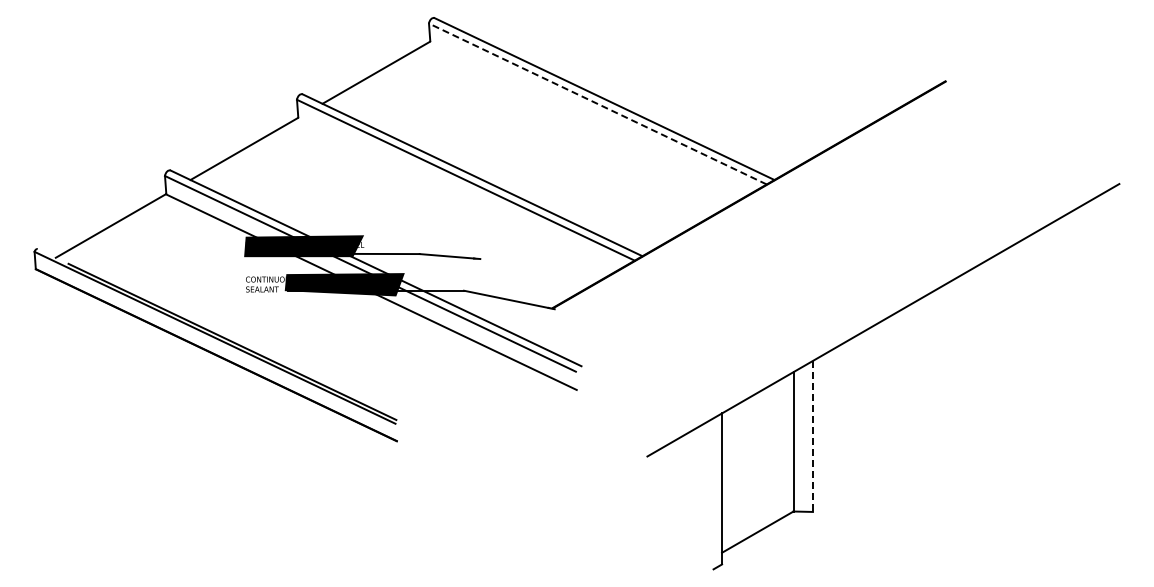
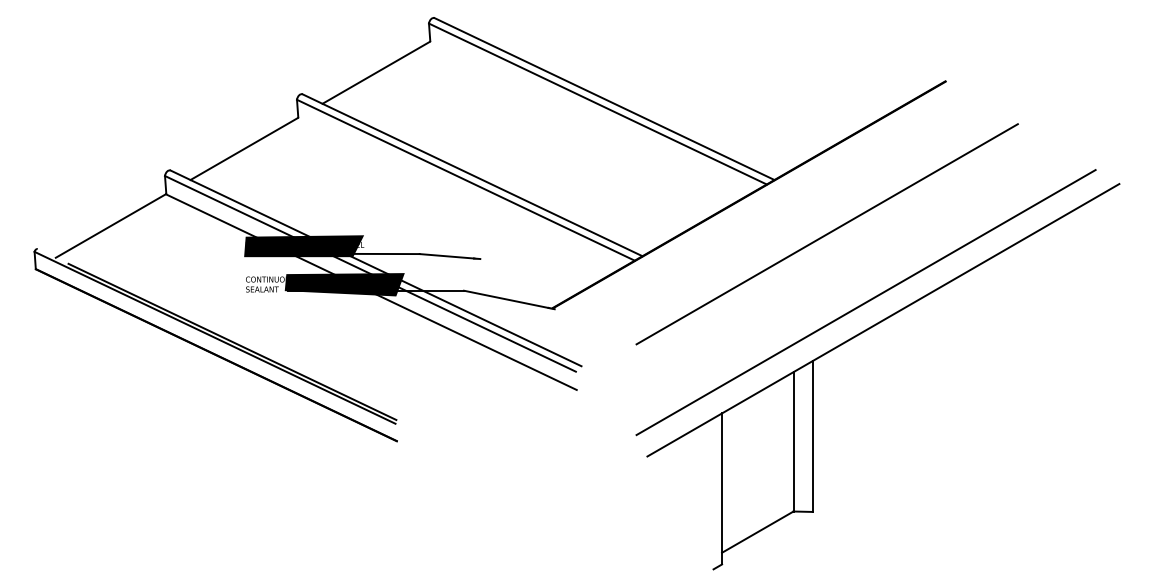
line at (597, 103): dashed -> solid
line at (826, 234): none -> present
line at (865, 302): none -> present
line at (812, 436): dashed -> solid
